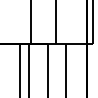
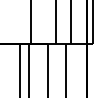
line at (70, 22): none -> present
